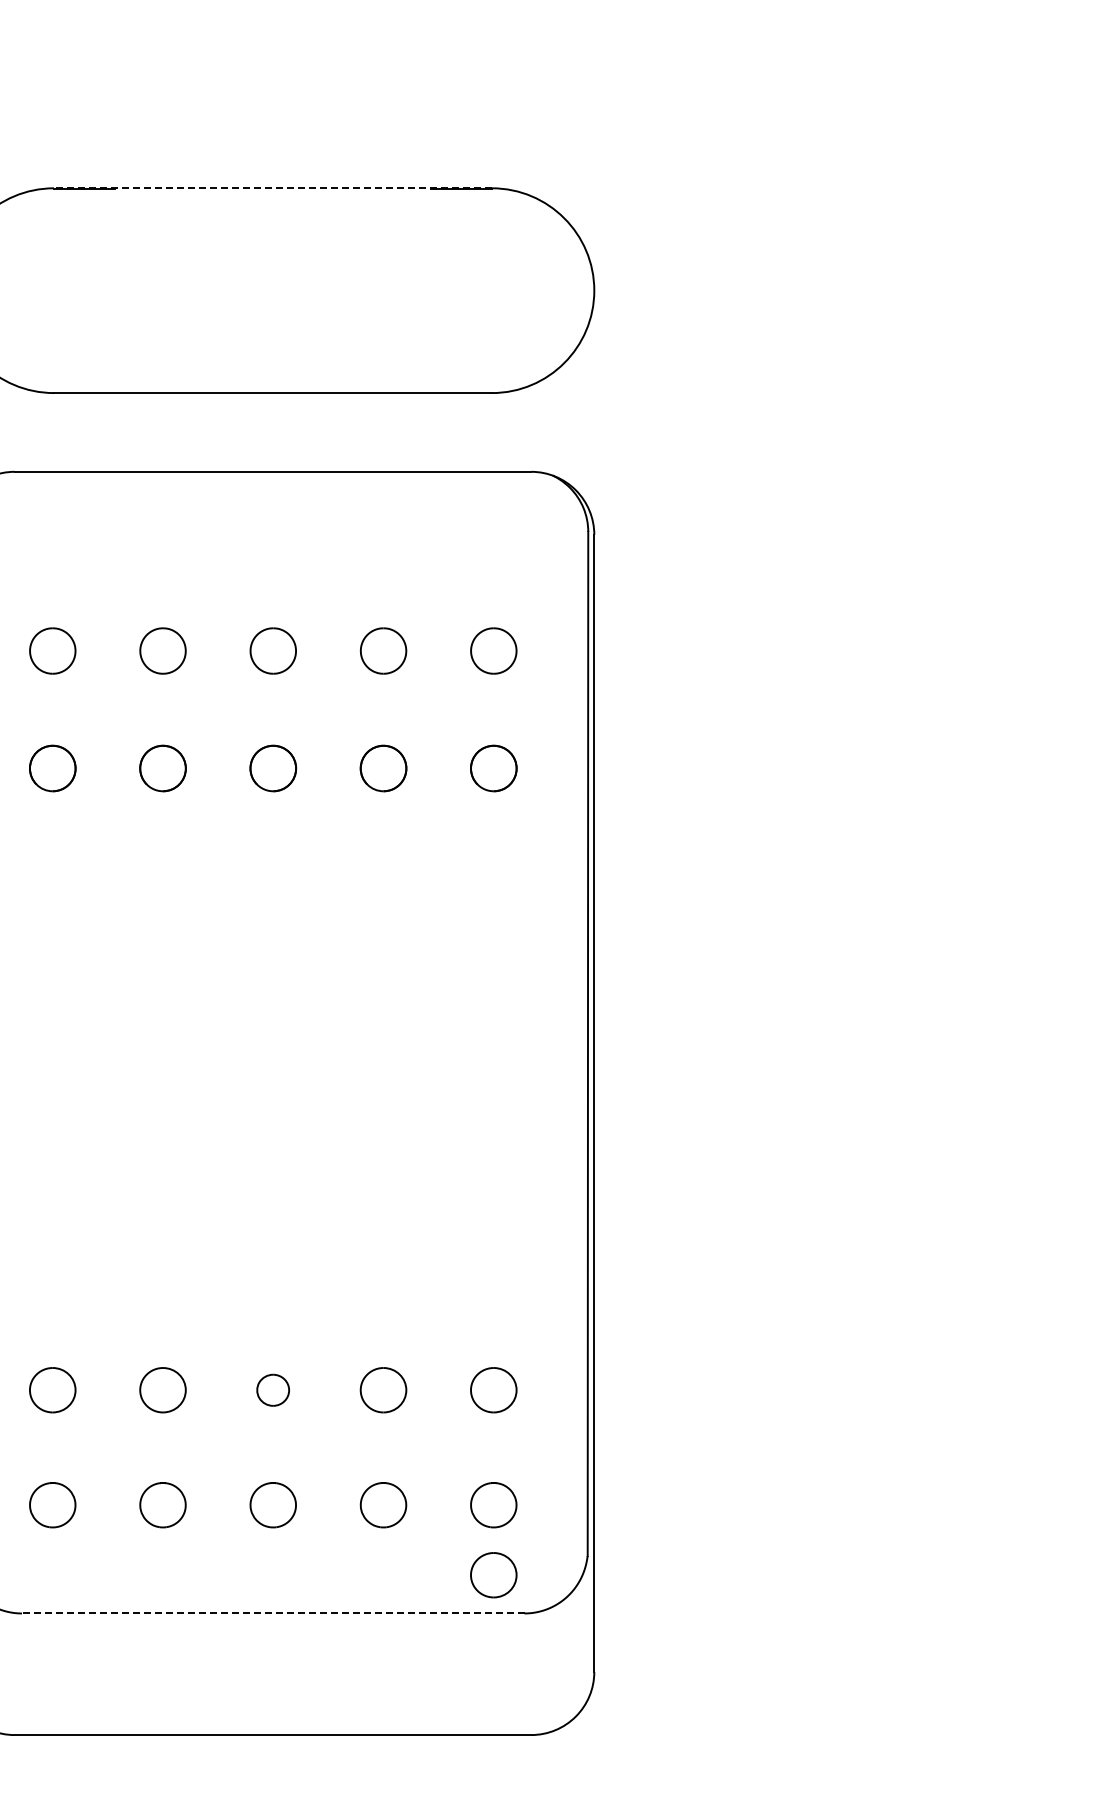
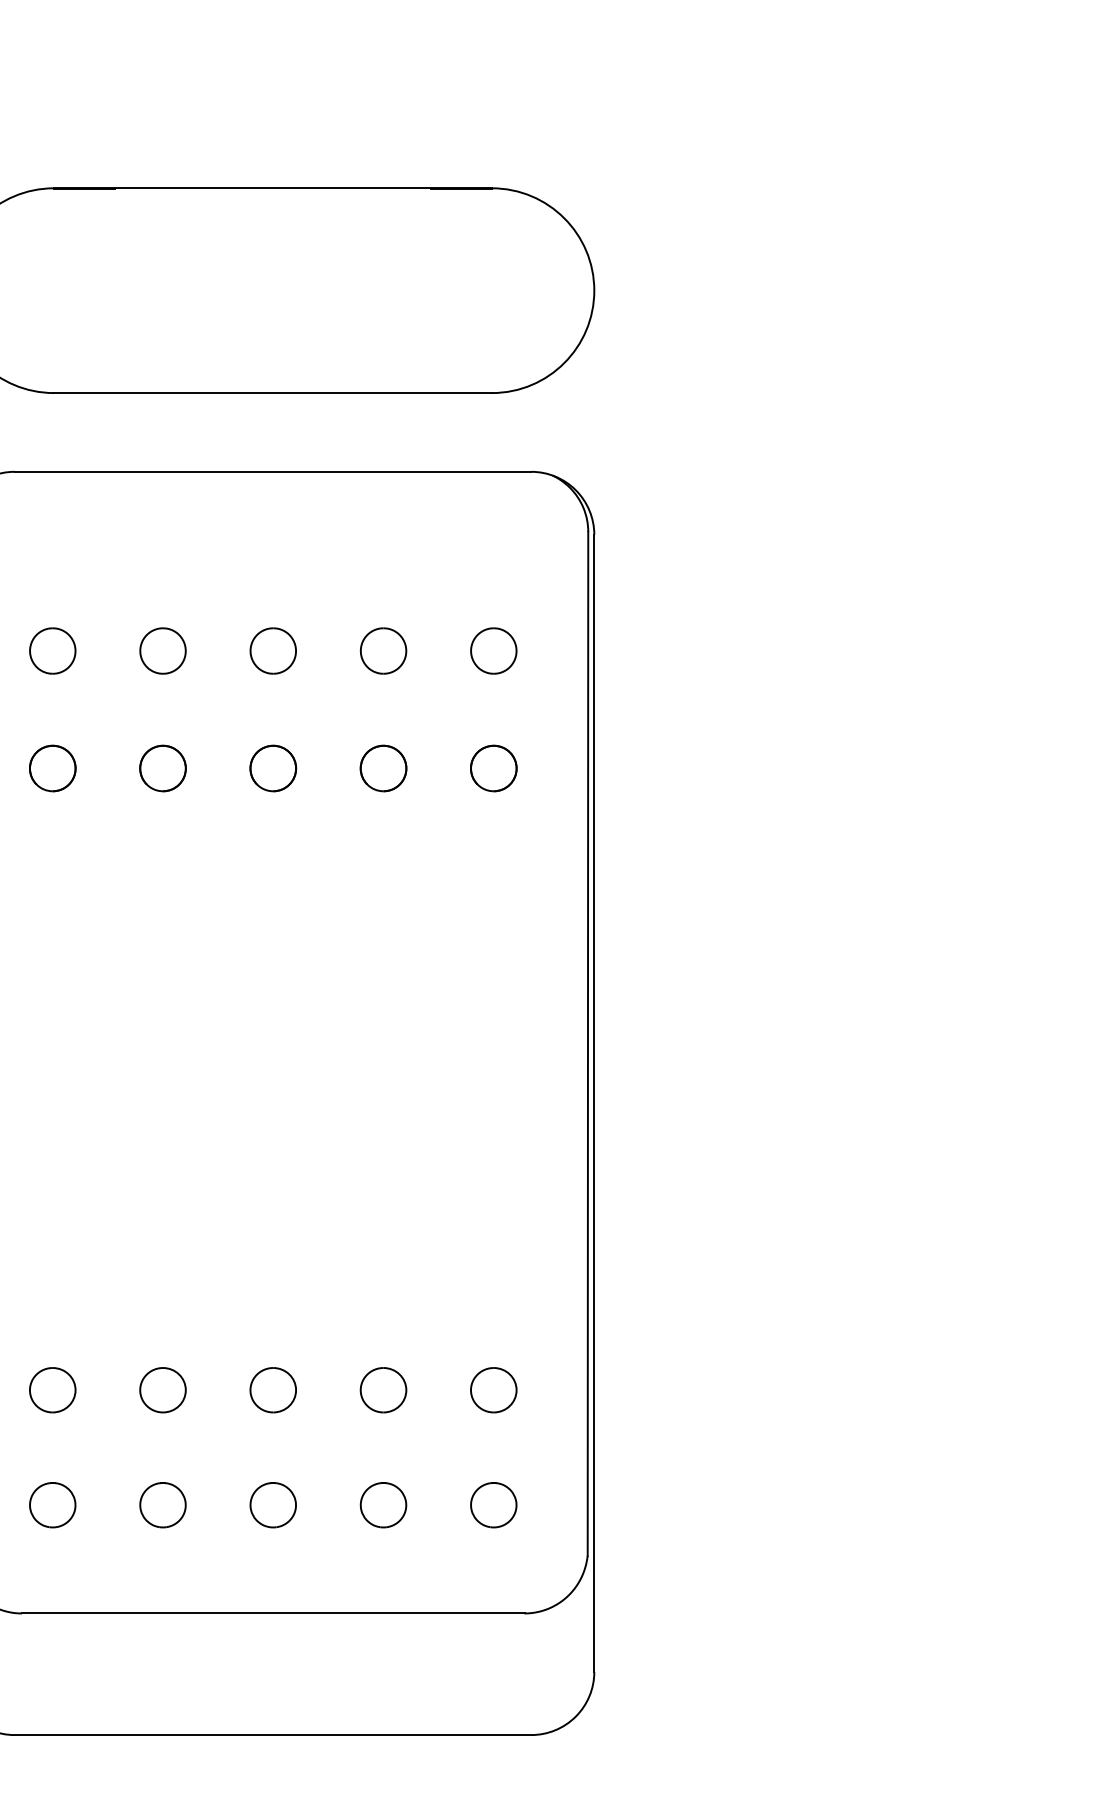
line at (273, 188): dashed -> solid
part at (272, 1389) size: 34x34 px -> 48x47 px
part at (493, 1575): present -> none
line at (272, 1613): dashed -> solid
